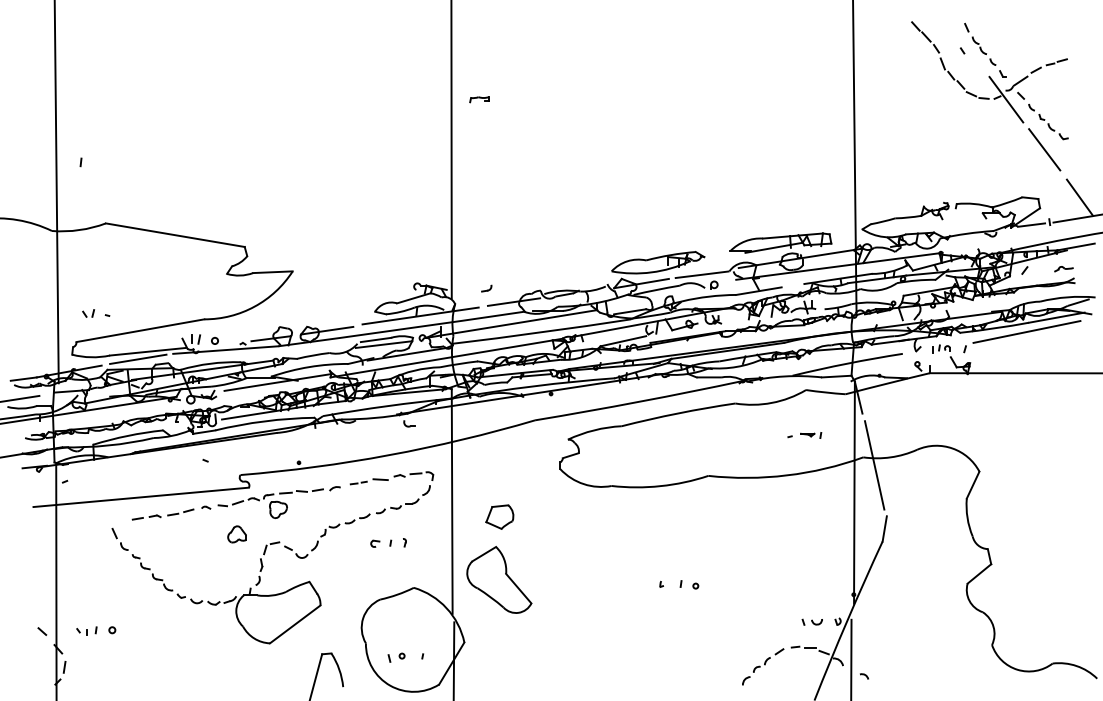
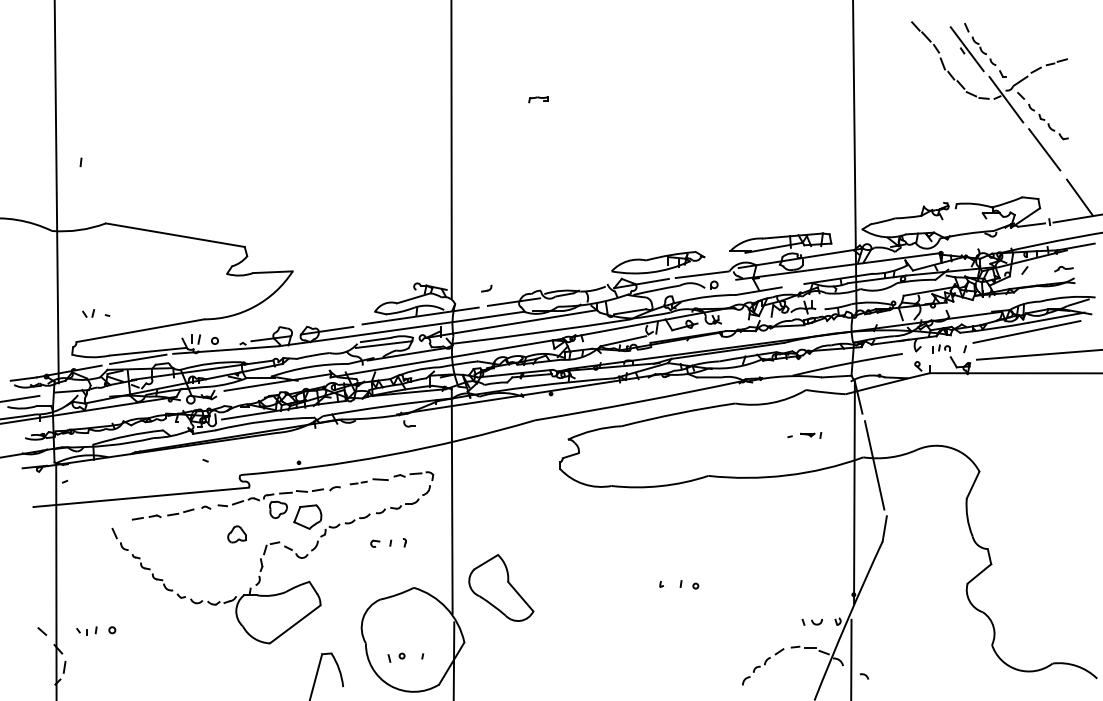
line at (966, 49): none -> present
part at (479, 99) position: (479, 99) -> (538, 99)
line at (1037, 354): none -> present
part at (499, 516) position: (499, 516) -> (307, 516)
part at (499, 579) position: (499, 579) -> (501, 587)
